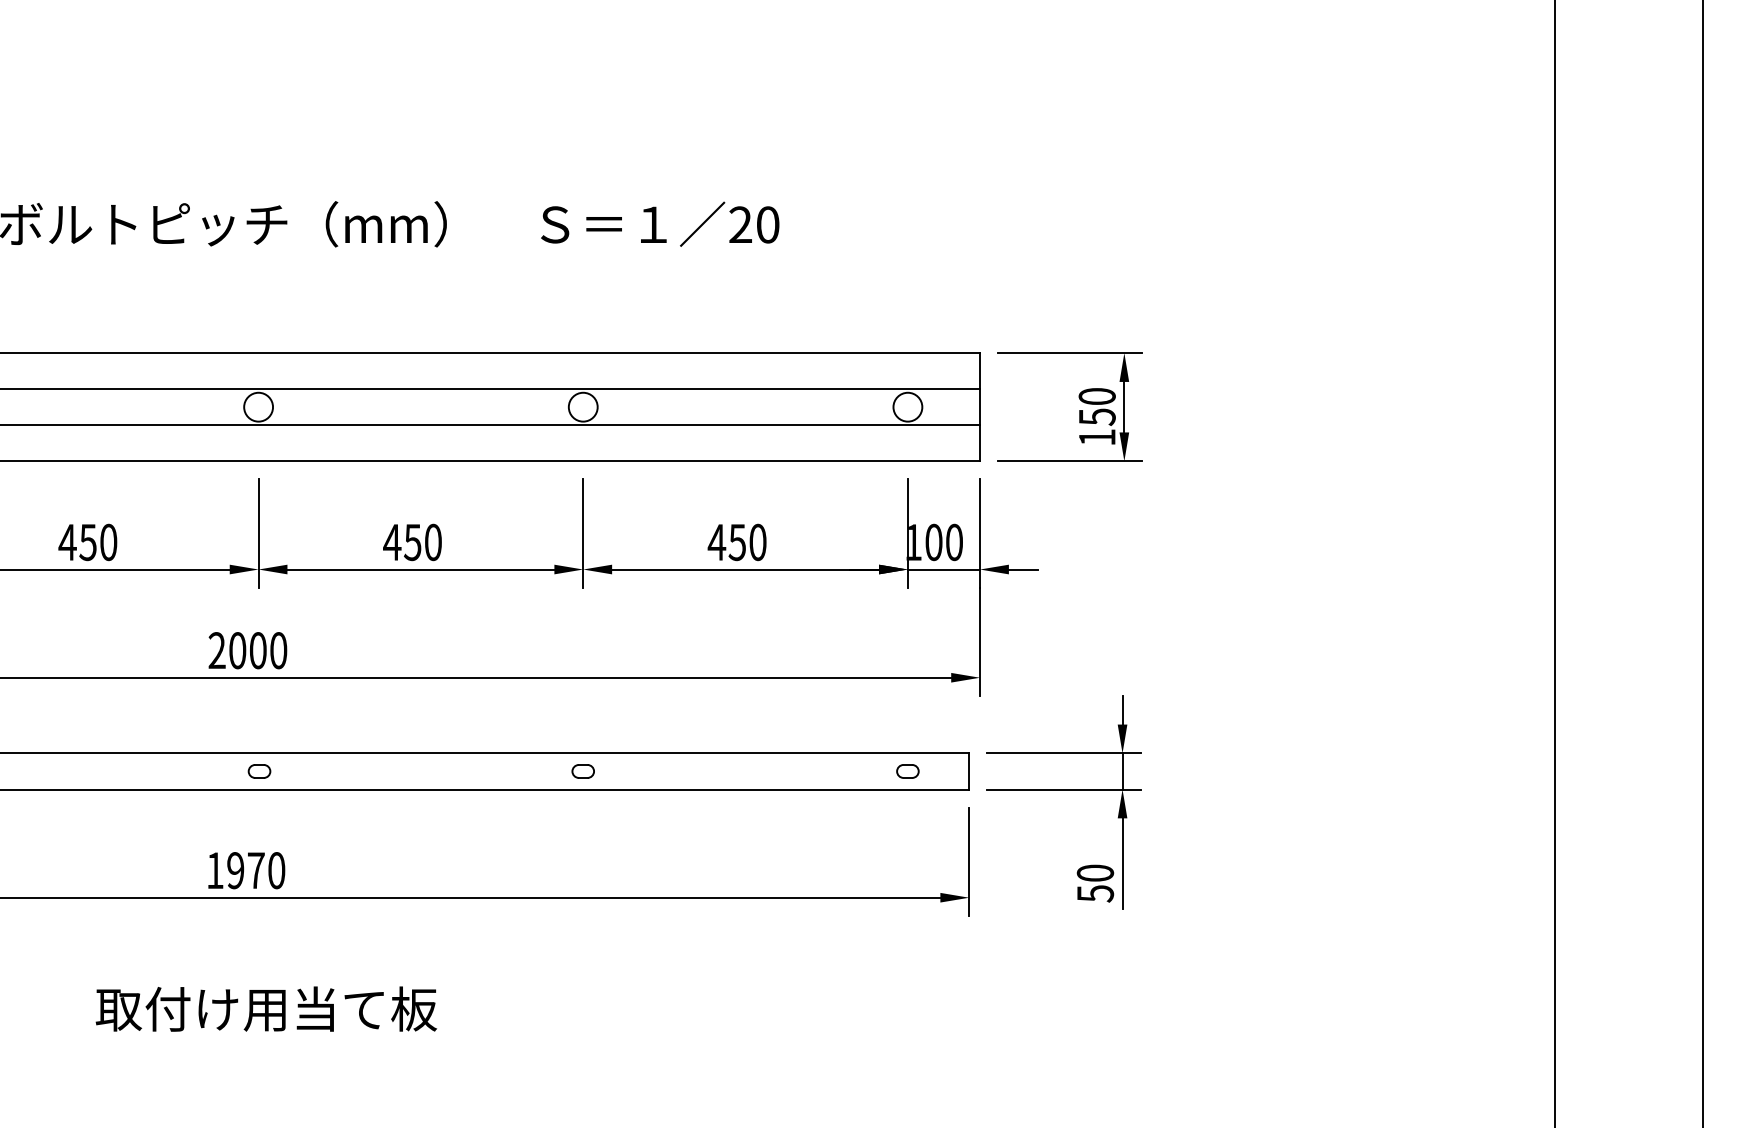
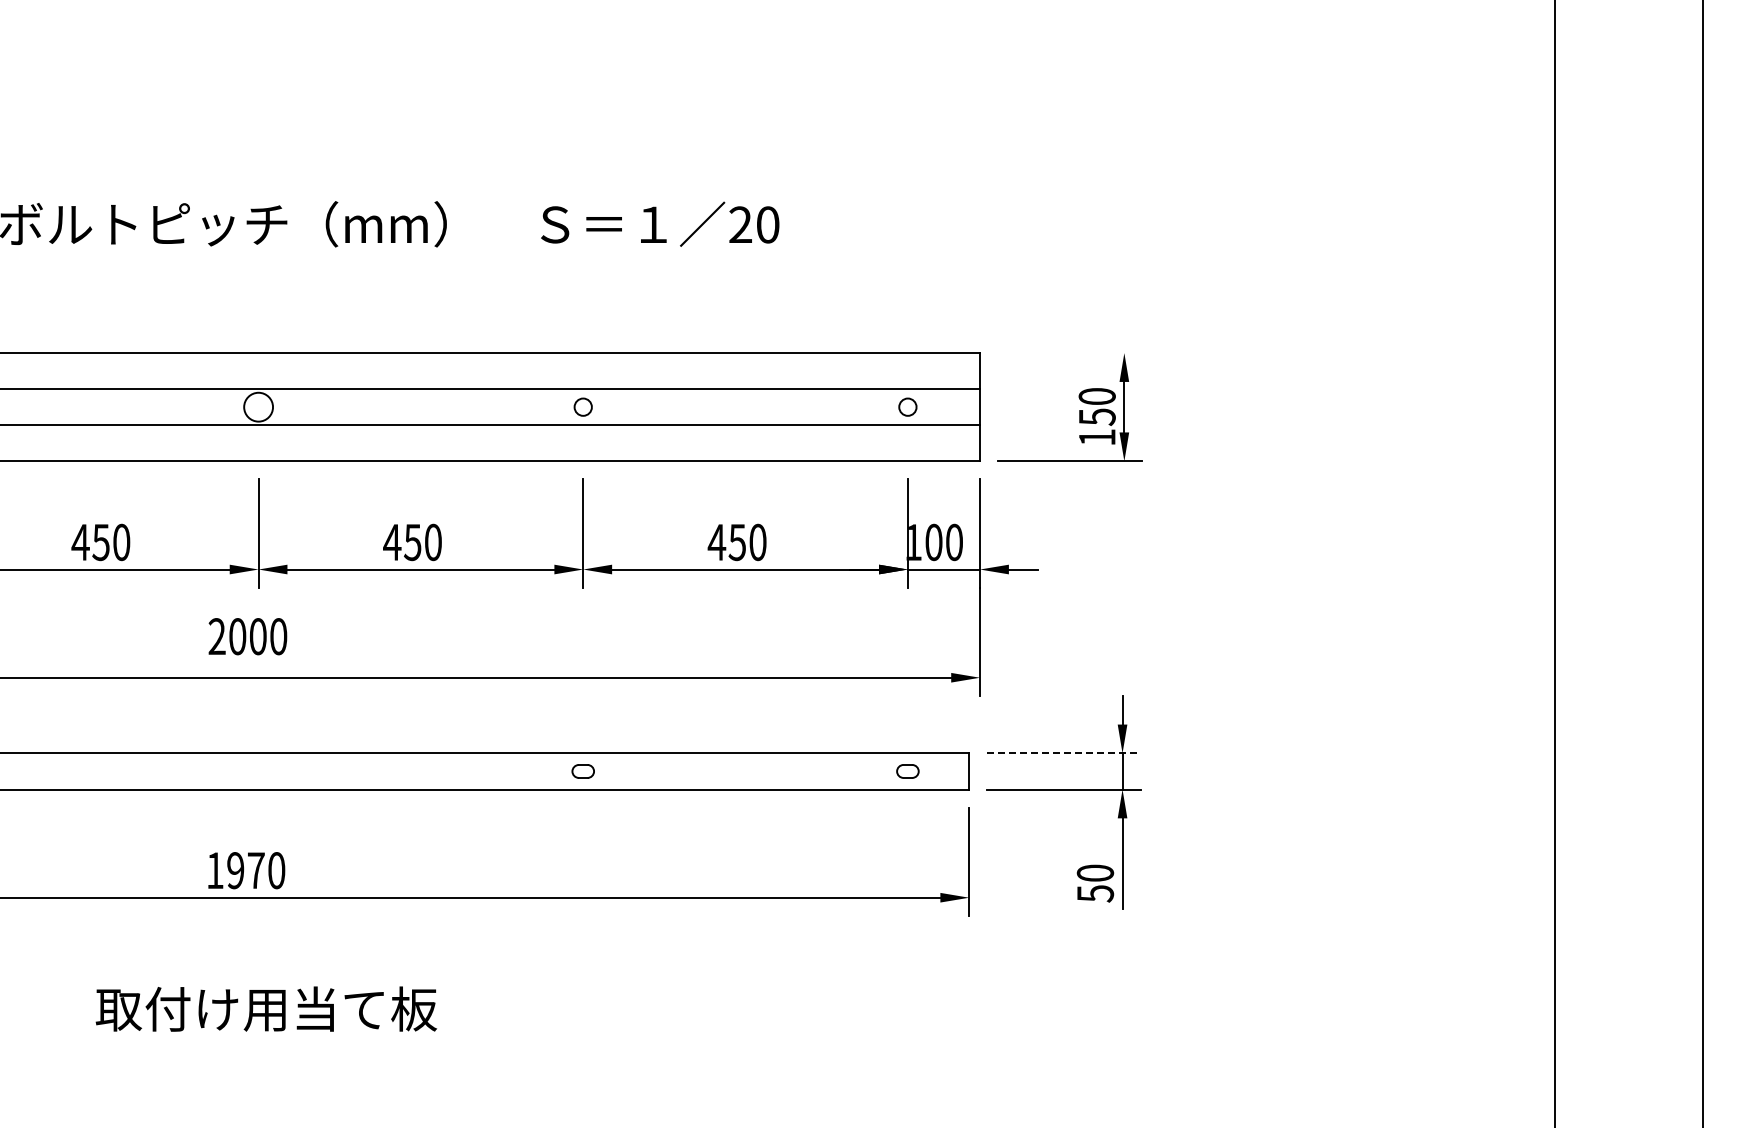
line at (1070, 353): present -> none
circle at (582, 406) diameter: 29 px -> 17 px
circle at (907, 406) diameter: 29 px -> 17 px
text at (87, 542) position: (87, 542) -> (100, 542)
text at (247, 650) position: (247, 650) -> (247, 636)
line at (1063, 753): solid -> dashed
part at (259, 771): present -> none
